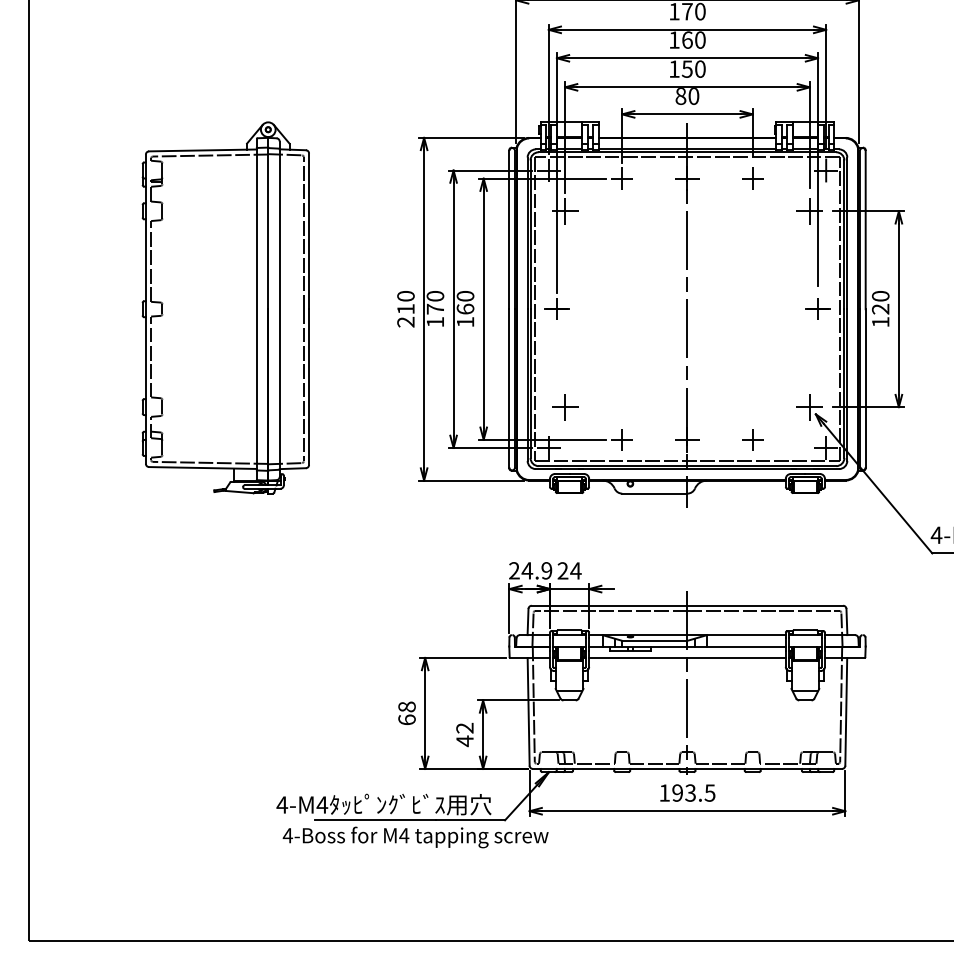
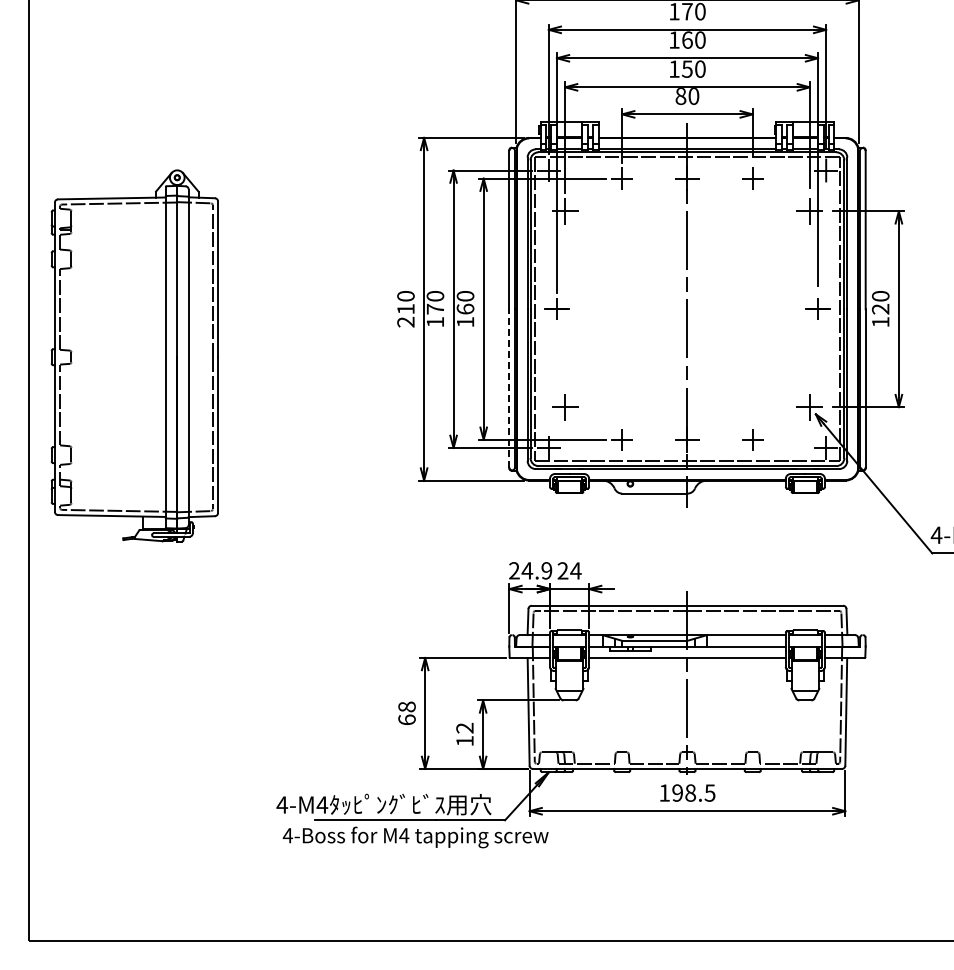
part at (225, 307) position: (225, 307) -> (134, 355)
line at (509, 387): solid -> dashed
text at (464, 741): 42 -> 12
text at (690, 792): 193.5 -> 198.5
